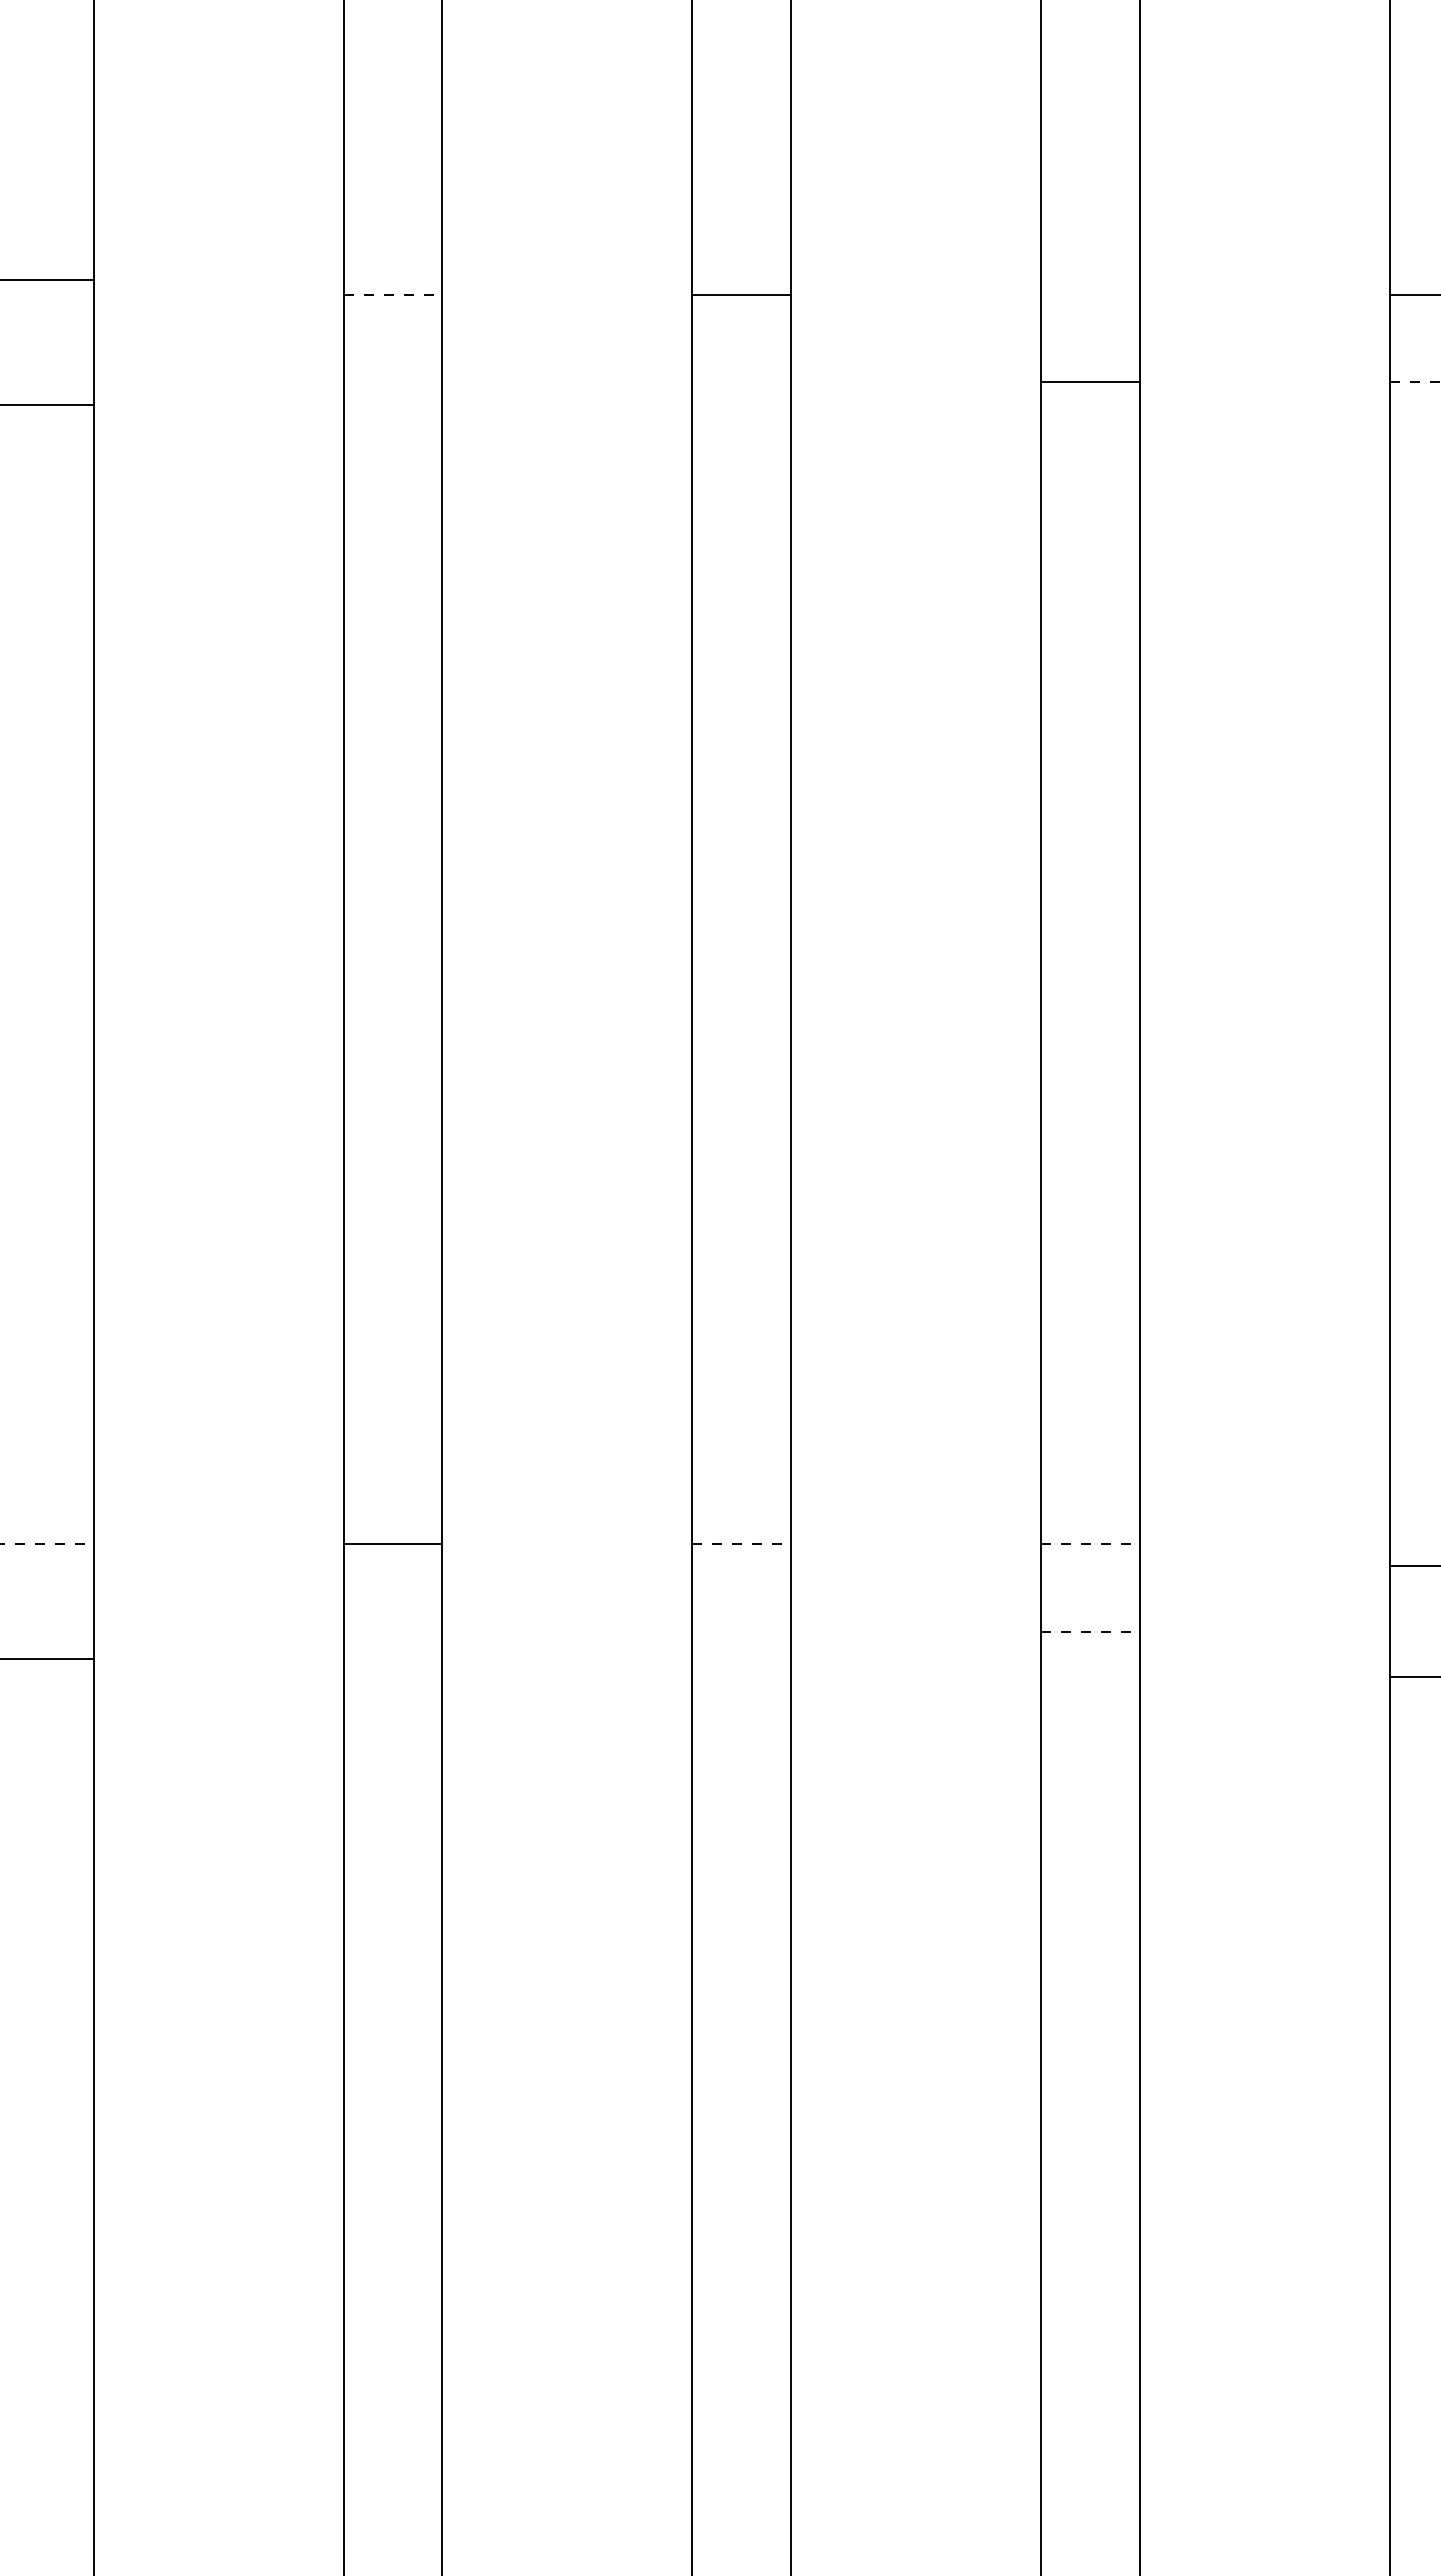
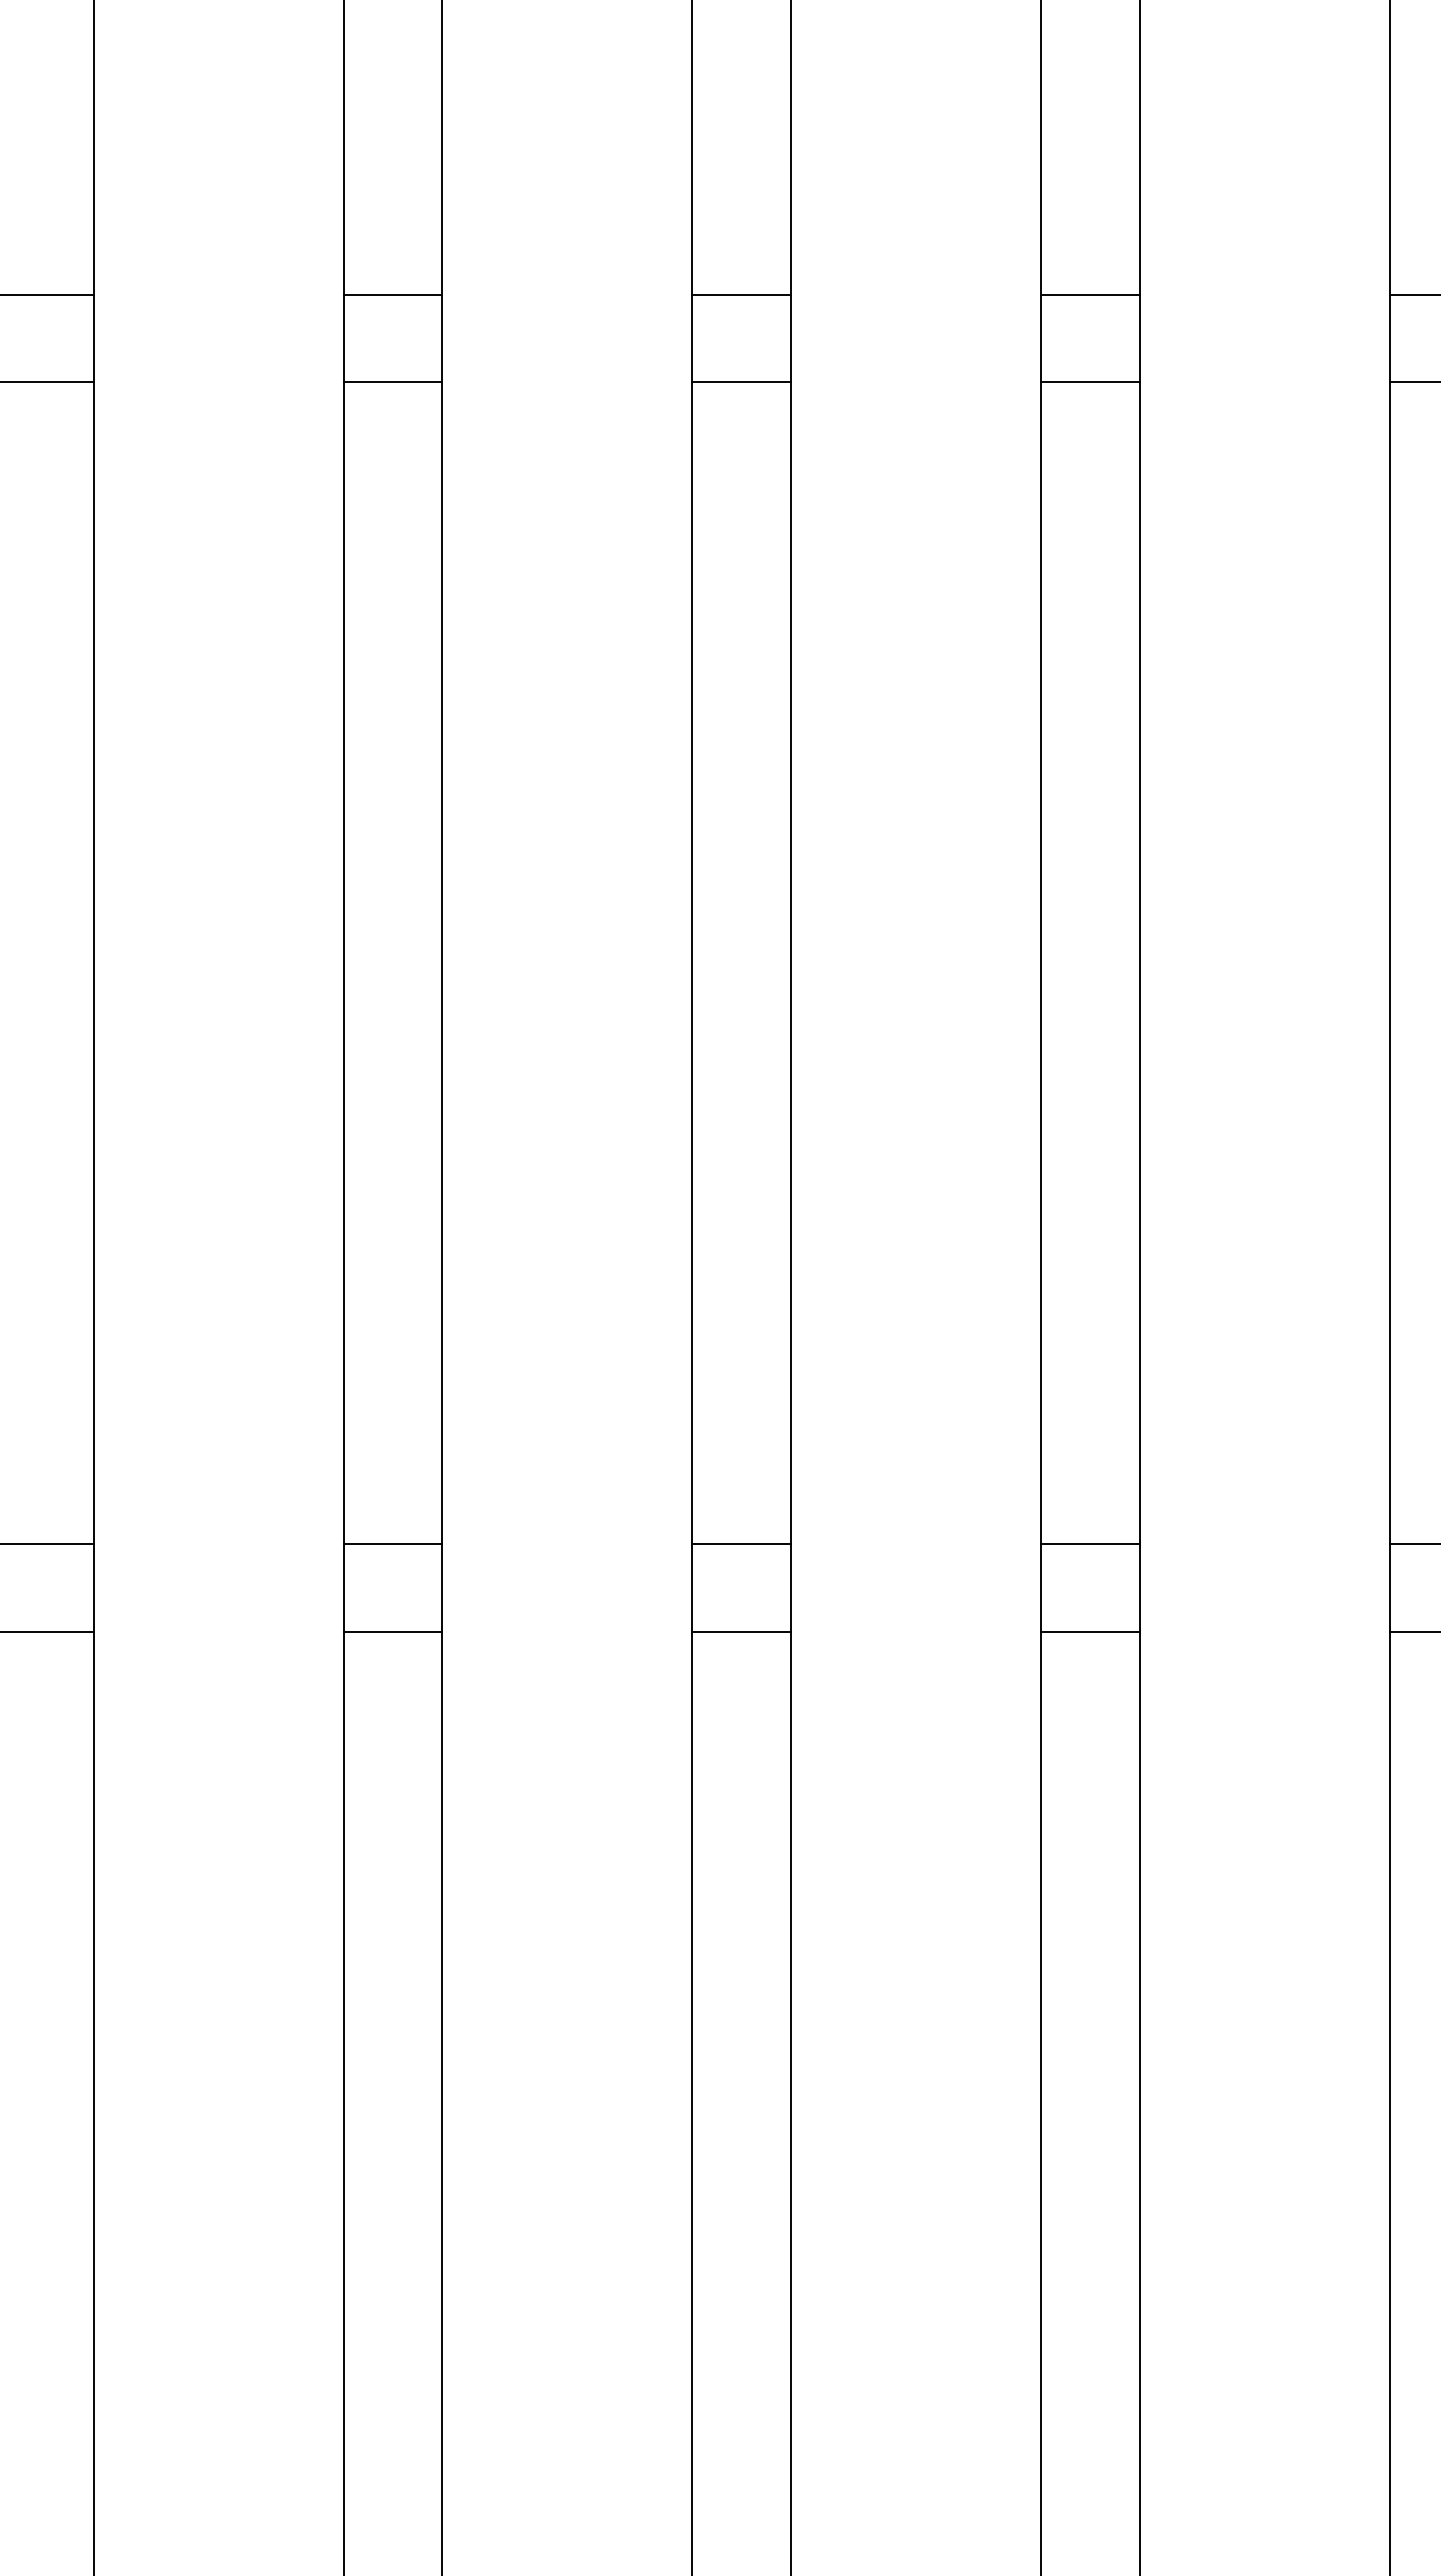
line at (47, 279) position: (47, 279) -> (47, 294)
line at (393, 294): dashed -> solid
line at (1089, 294): none -> present
line at (392, 382): none -> present
line at (741, 382): none -> present
line at (1415, 382): dashed -> solid
line at (47, 405) position: (47, 405) -> (47, 382)
line at (47, 1544): dashed -> solid
line at (742, 1544): dashed -> solid
line at (1090, 1544): dashed -> solid
line at (1413, 1566) position: (1413, 1566) -> (1413, 1544)
line at (392, 1631): none -> present
line at (741, 1631): none -> present
line at (1090, 1631): dashed -> solid
line at (47, 1658) position: (47, 1658) -> (47, 1631)
line at (1413, 1676) position: (1413, 1676) -> (1413, 1631)
